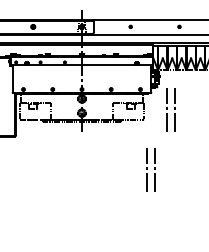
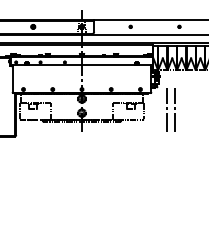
part at (150, 169): present -> none
